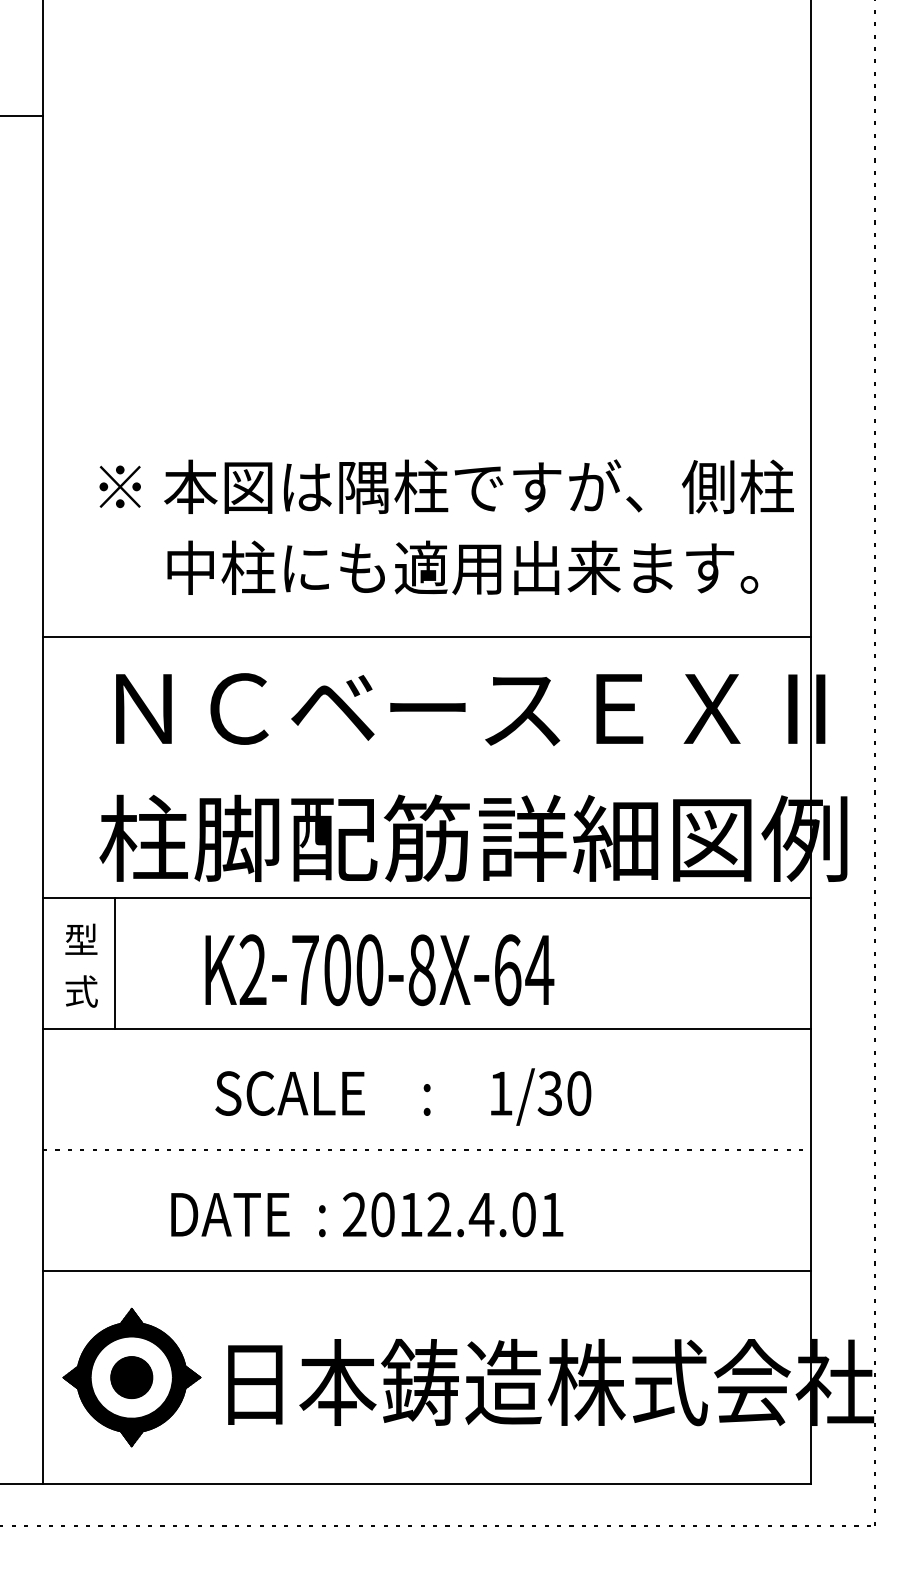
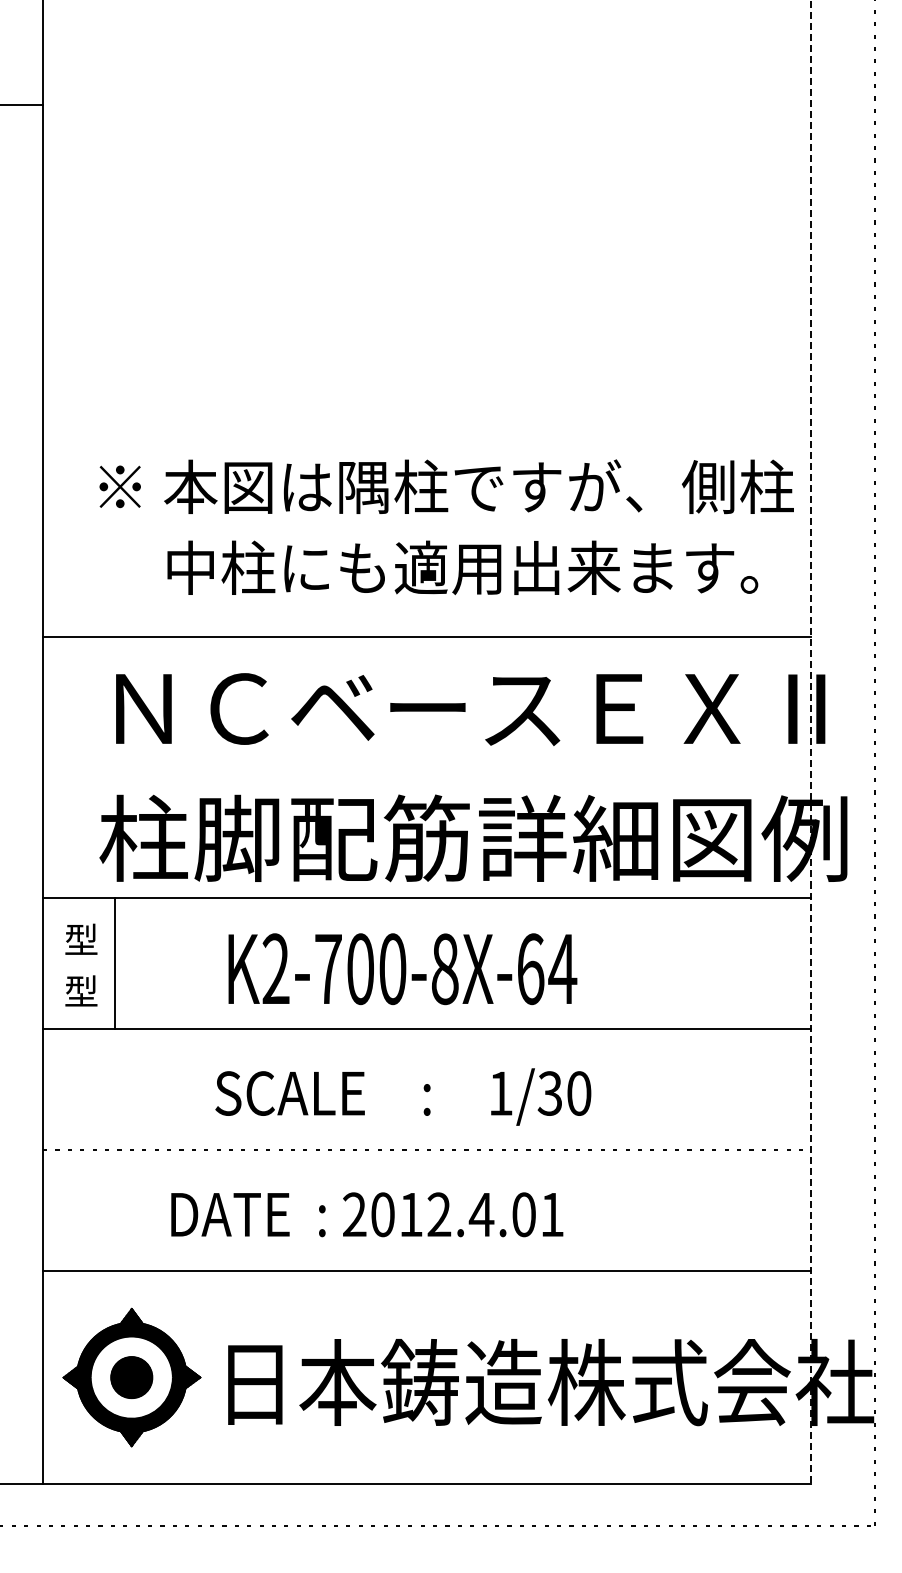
line at (22, 116) position: (22, 116) -> (22, 105)
line at (810, 742): solid -> dashed
text at (379, 970) position: (379, 970) -> (402, 969)
text at (81, 991): 式 -> 型
